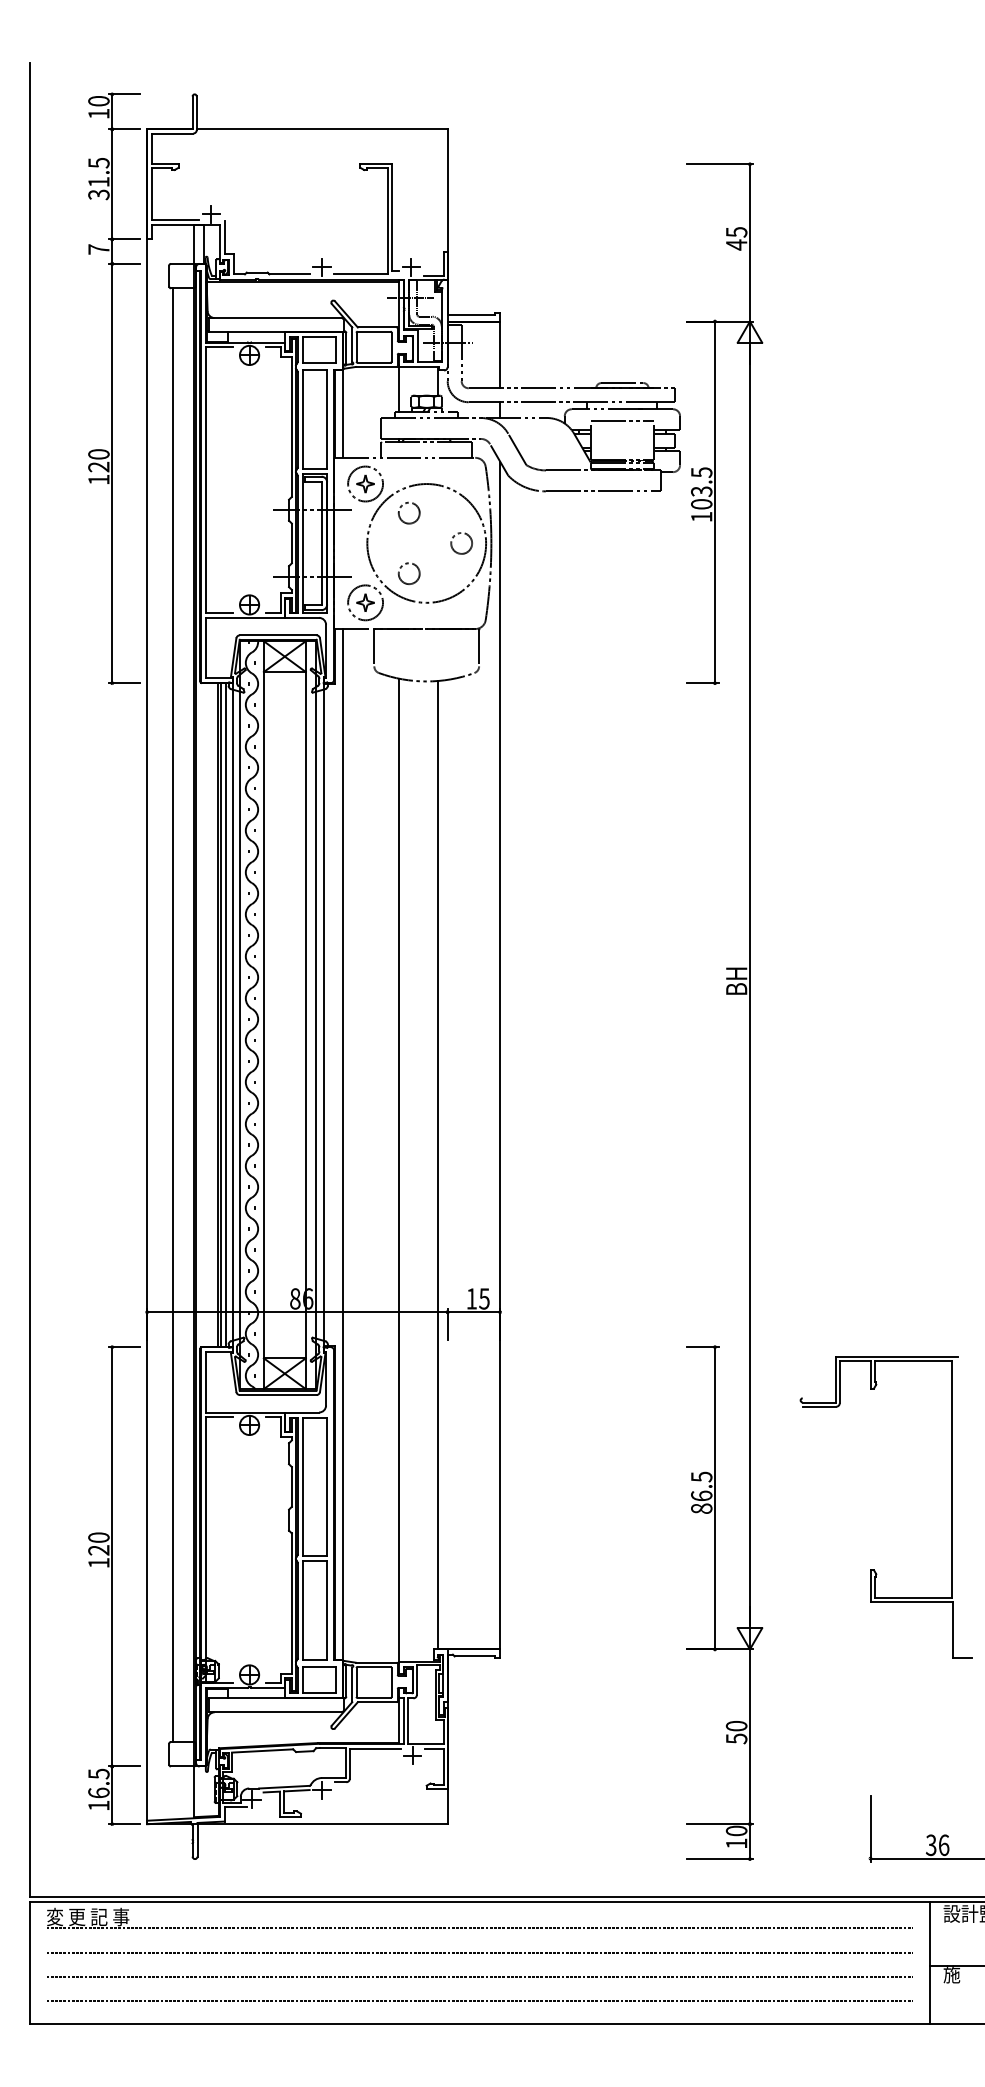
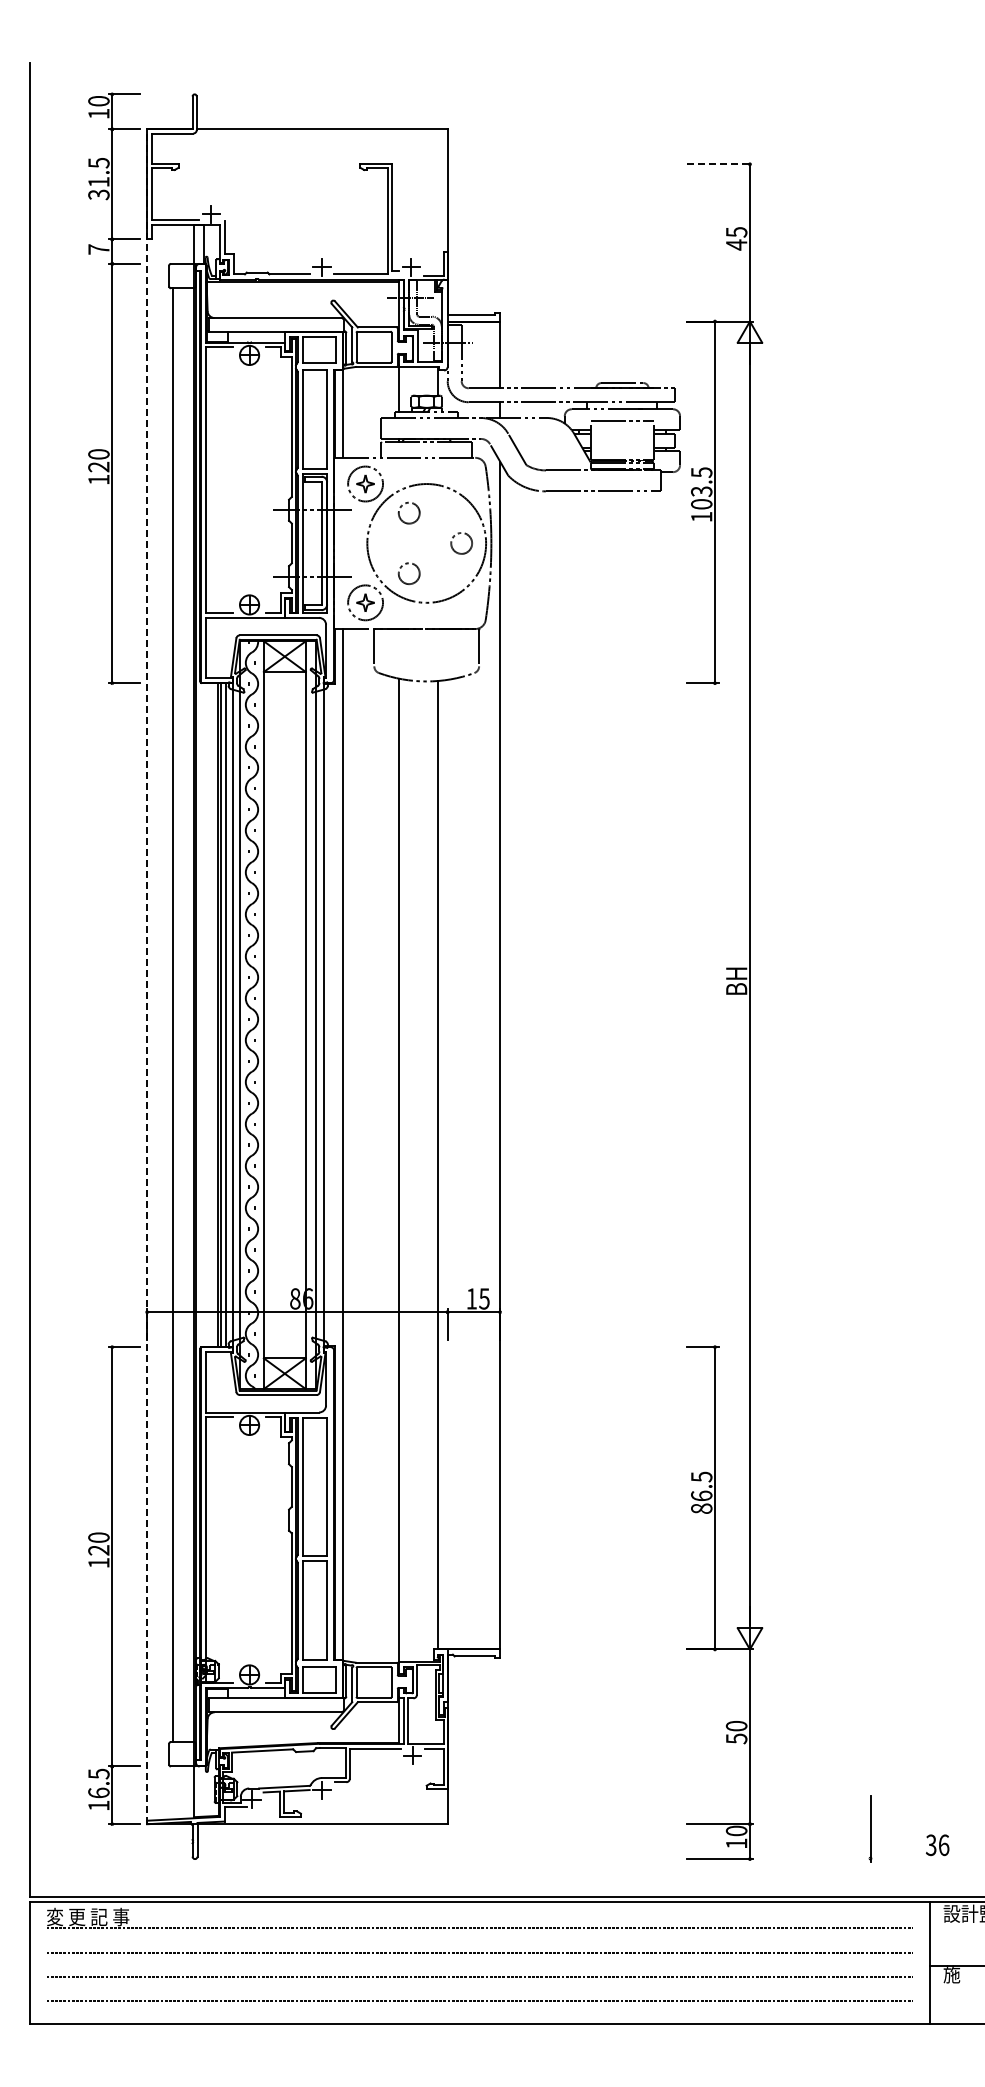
line at (720, 164): solid -> dashed
line at (147, 976): solid -> dashed
part at (874, 1569): present -> none
line at (925, 1858): present -> none
